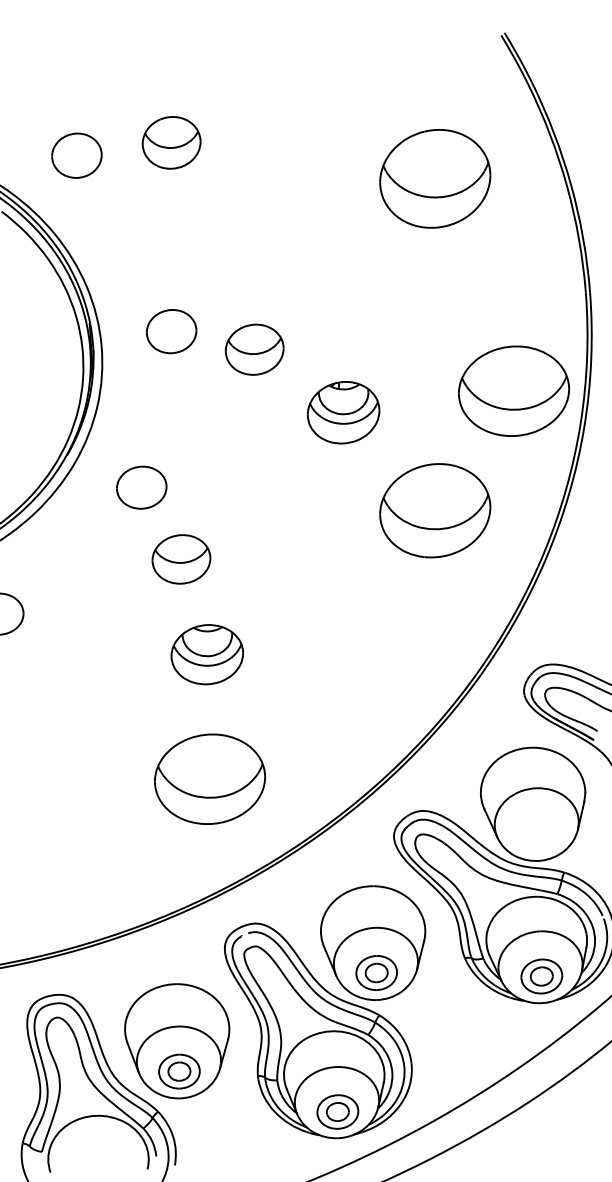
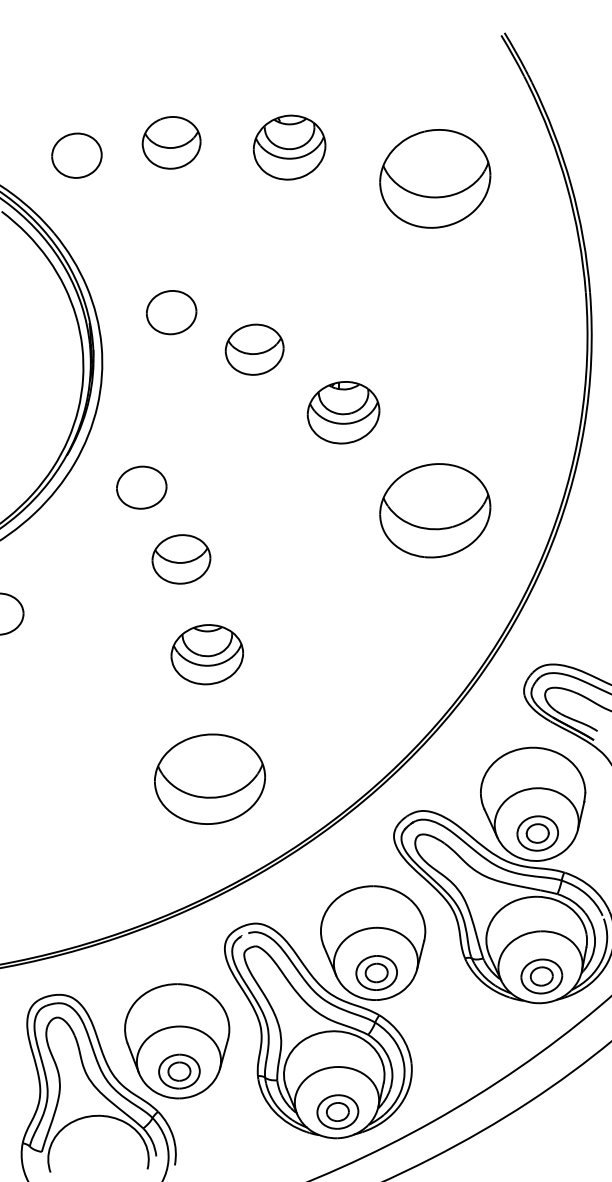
part at (289, 147): none -> present
part at (171, 331) position: (171, 331) -> (171, 312)
part at (513, 390): present -> none
part at (537, 833): none -> present
